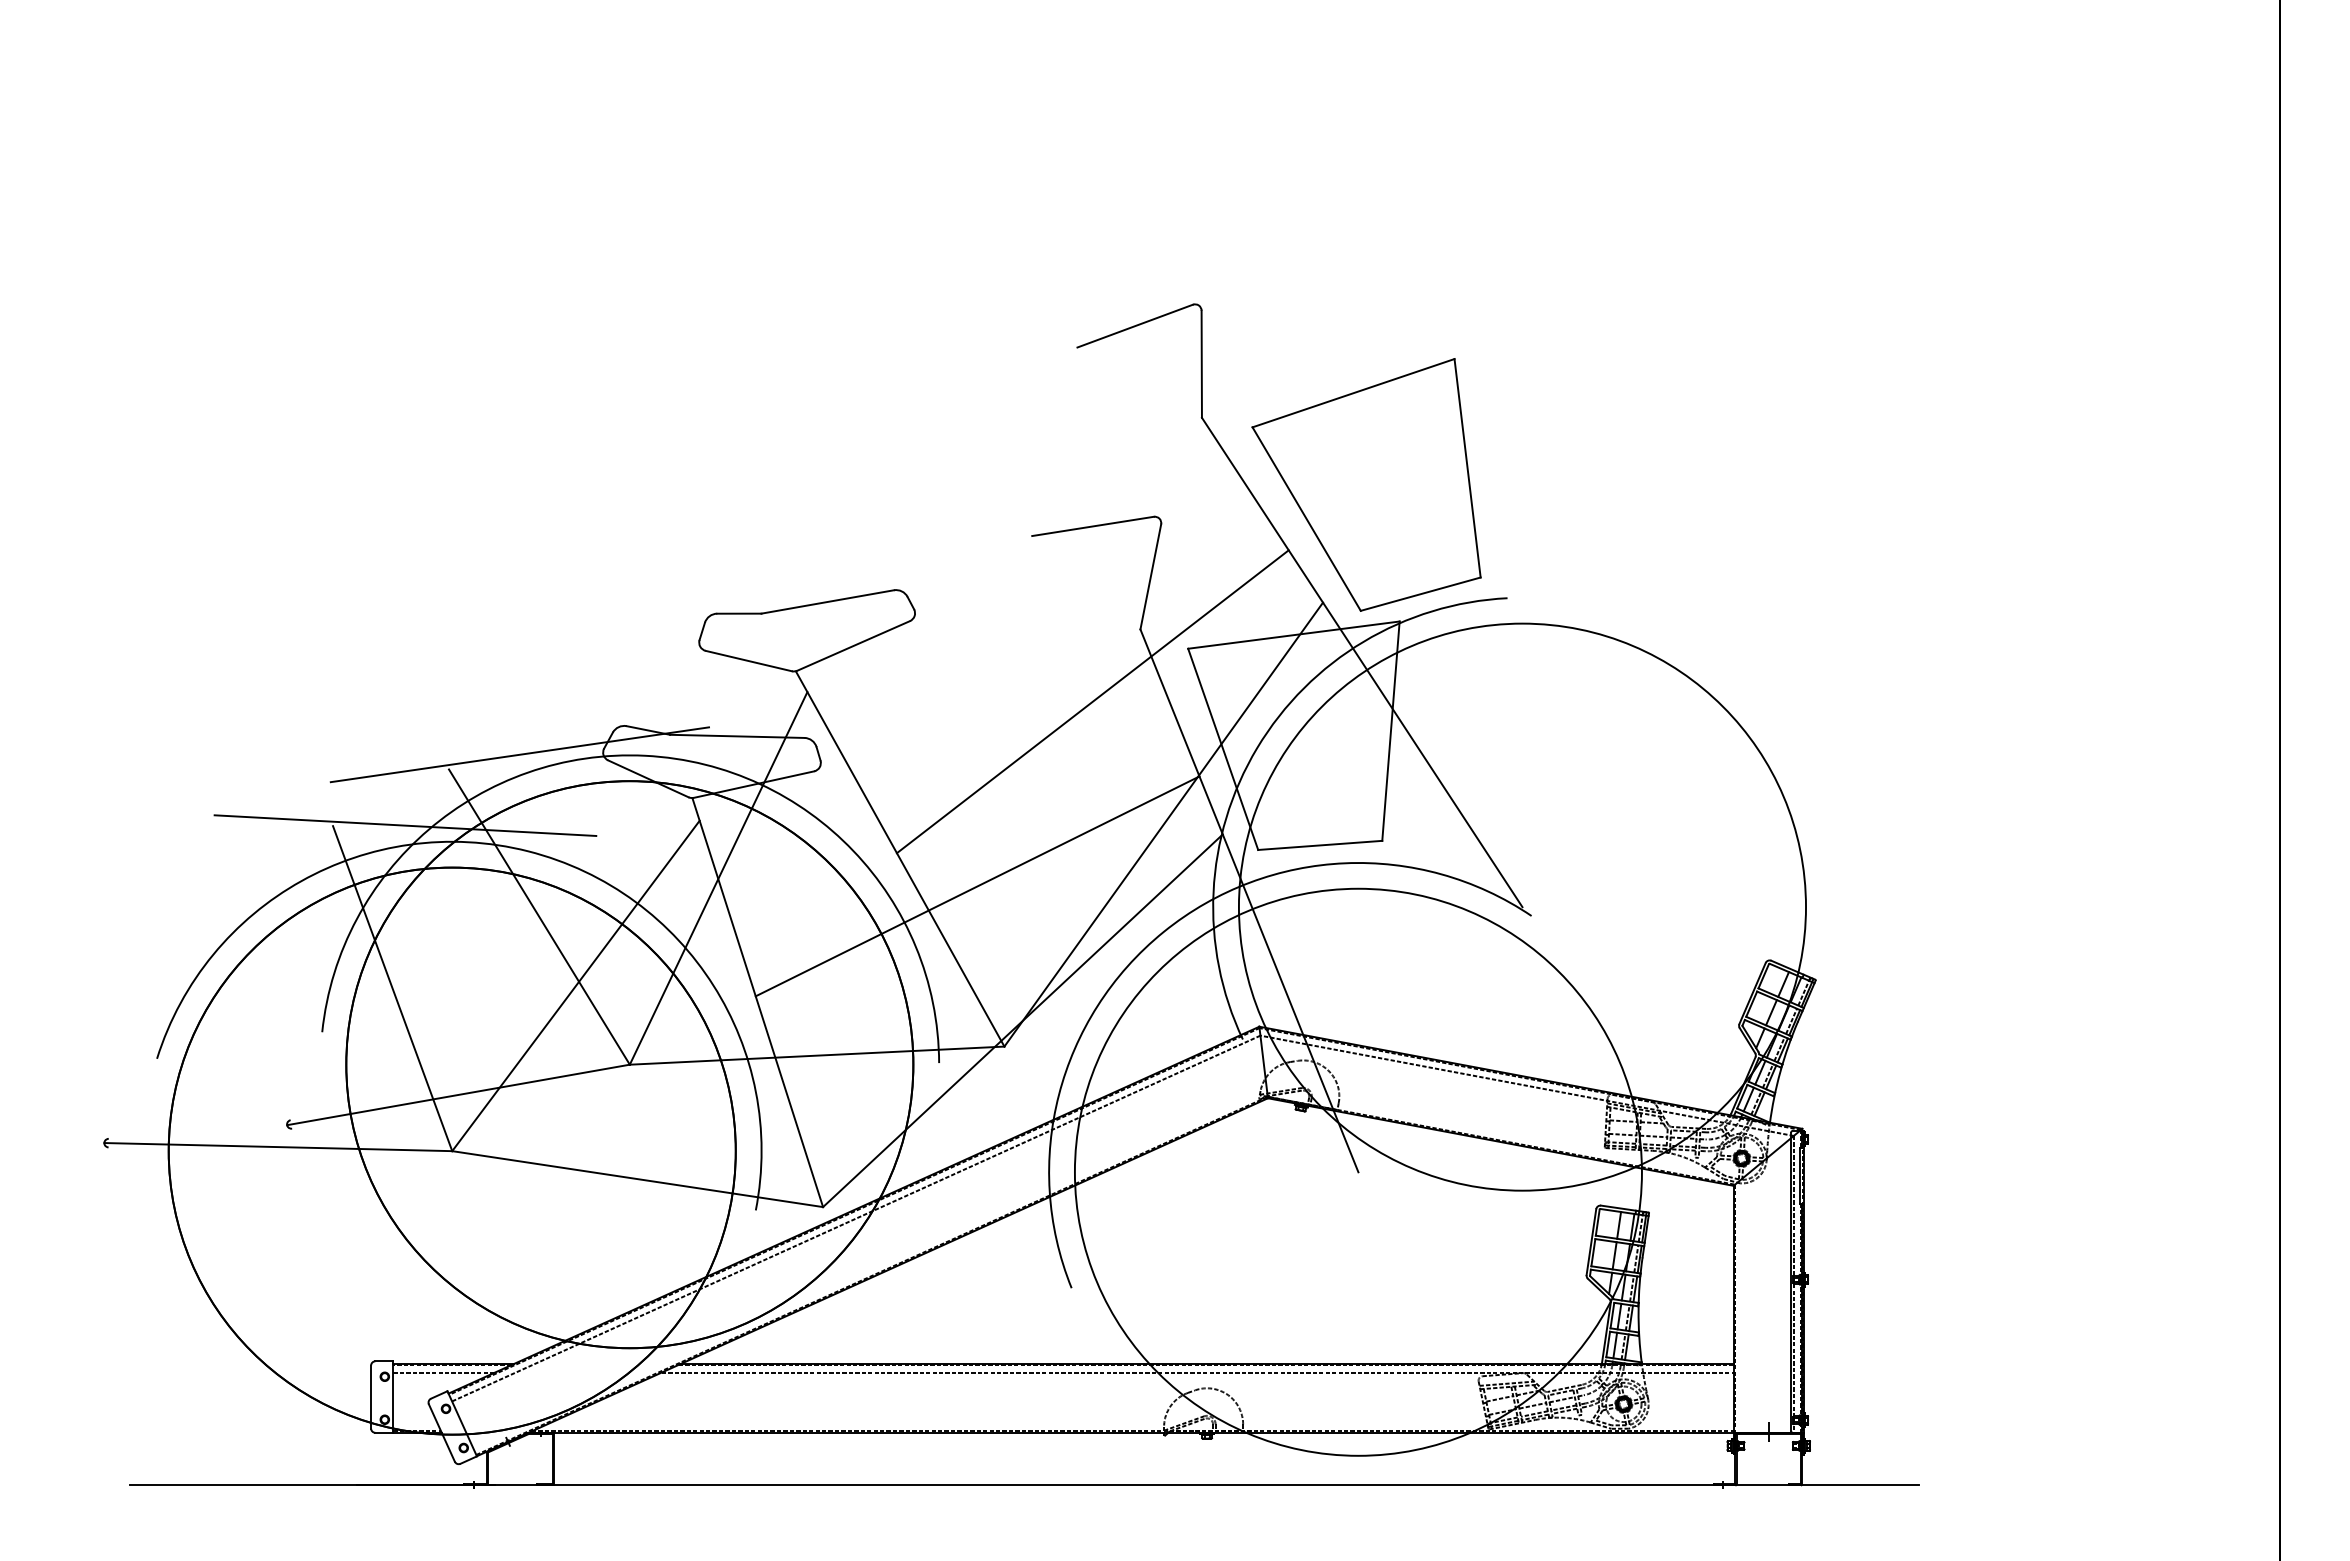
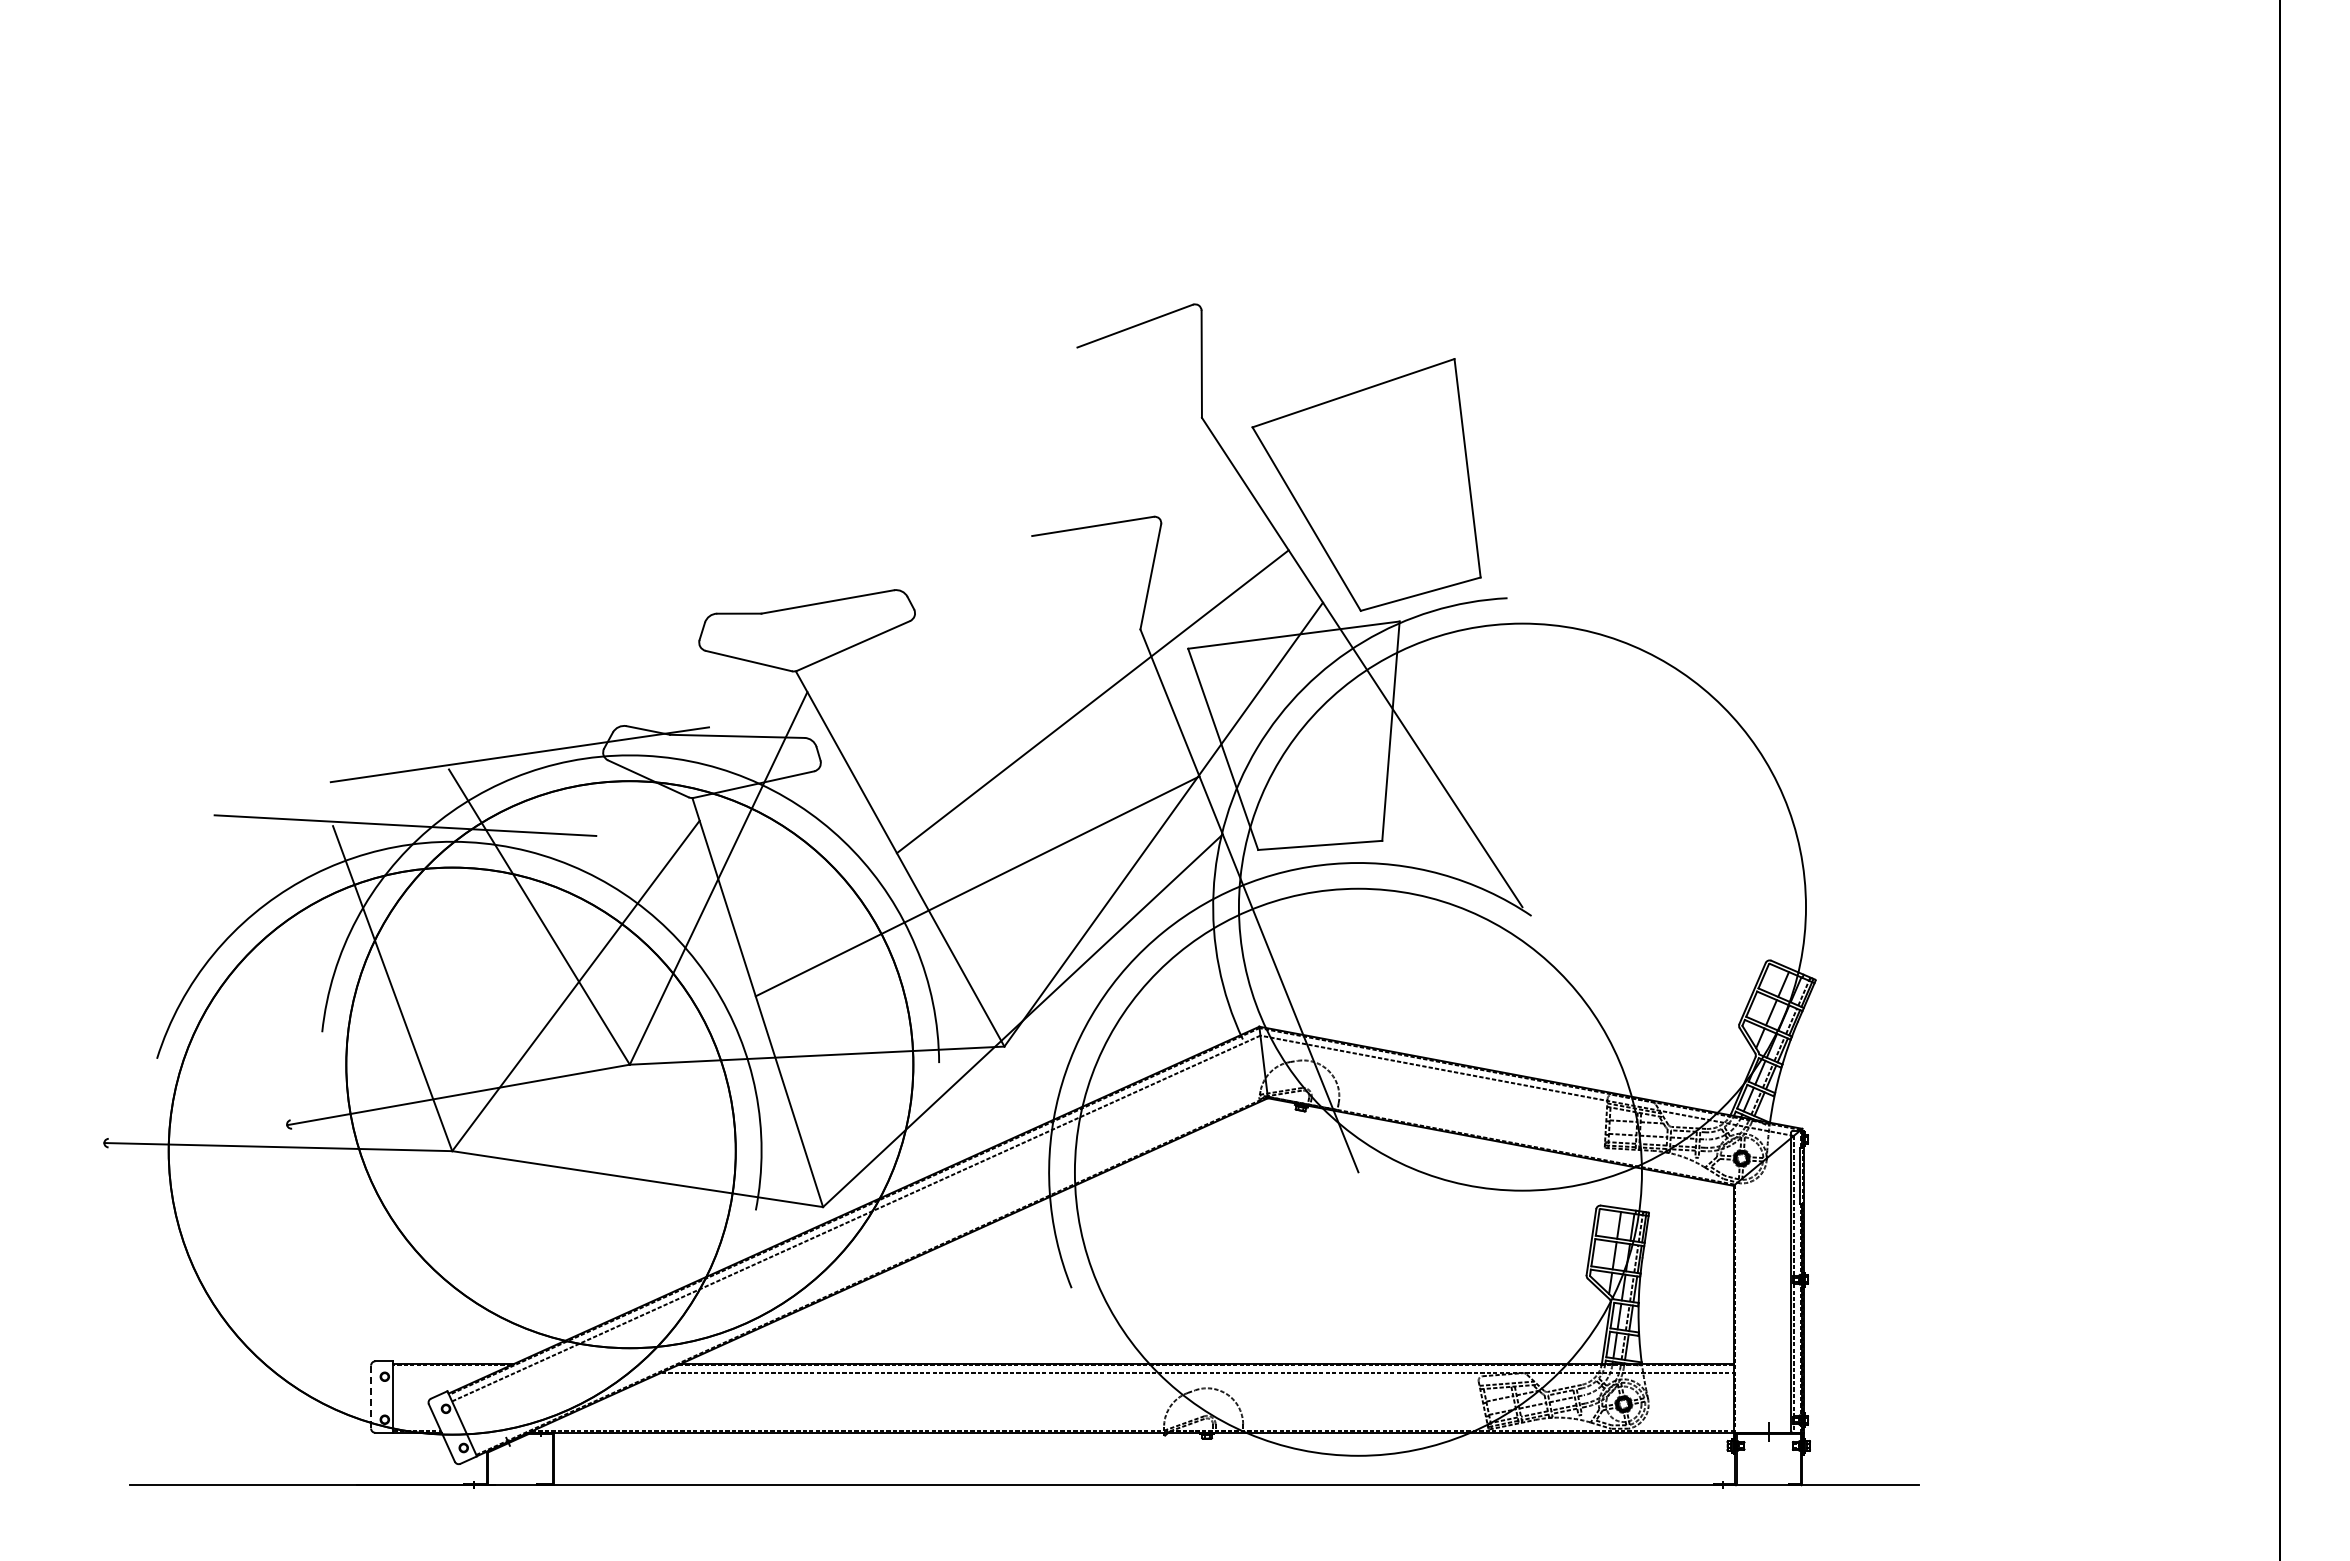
line at (444, 1372): present -> none
line at (371, 1397): solid -> dashed
